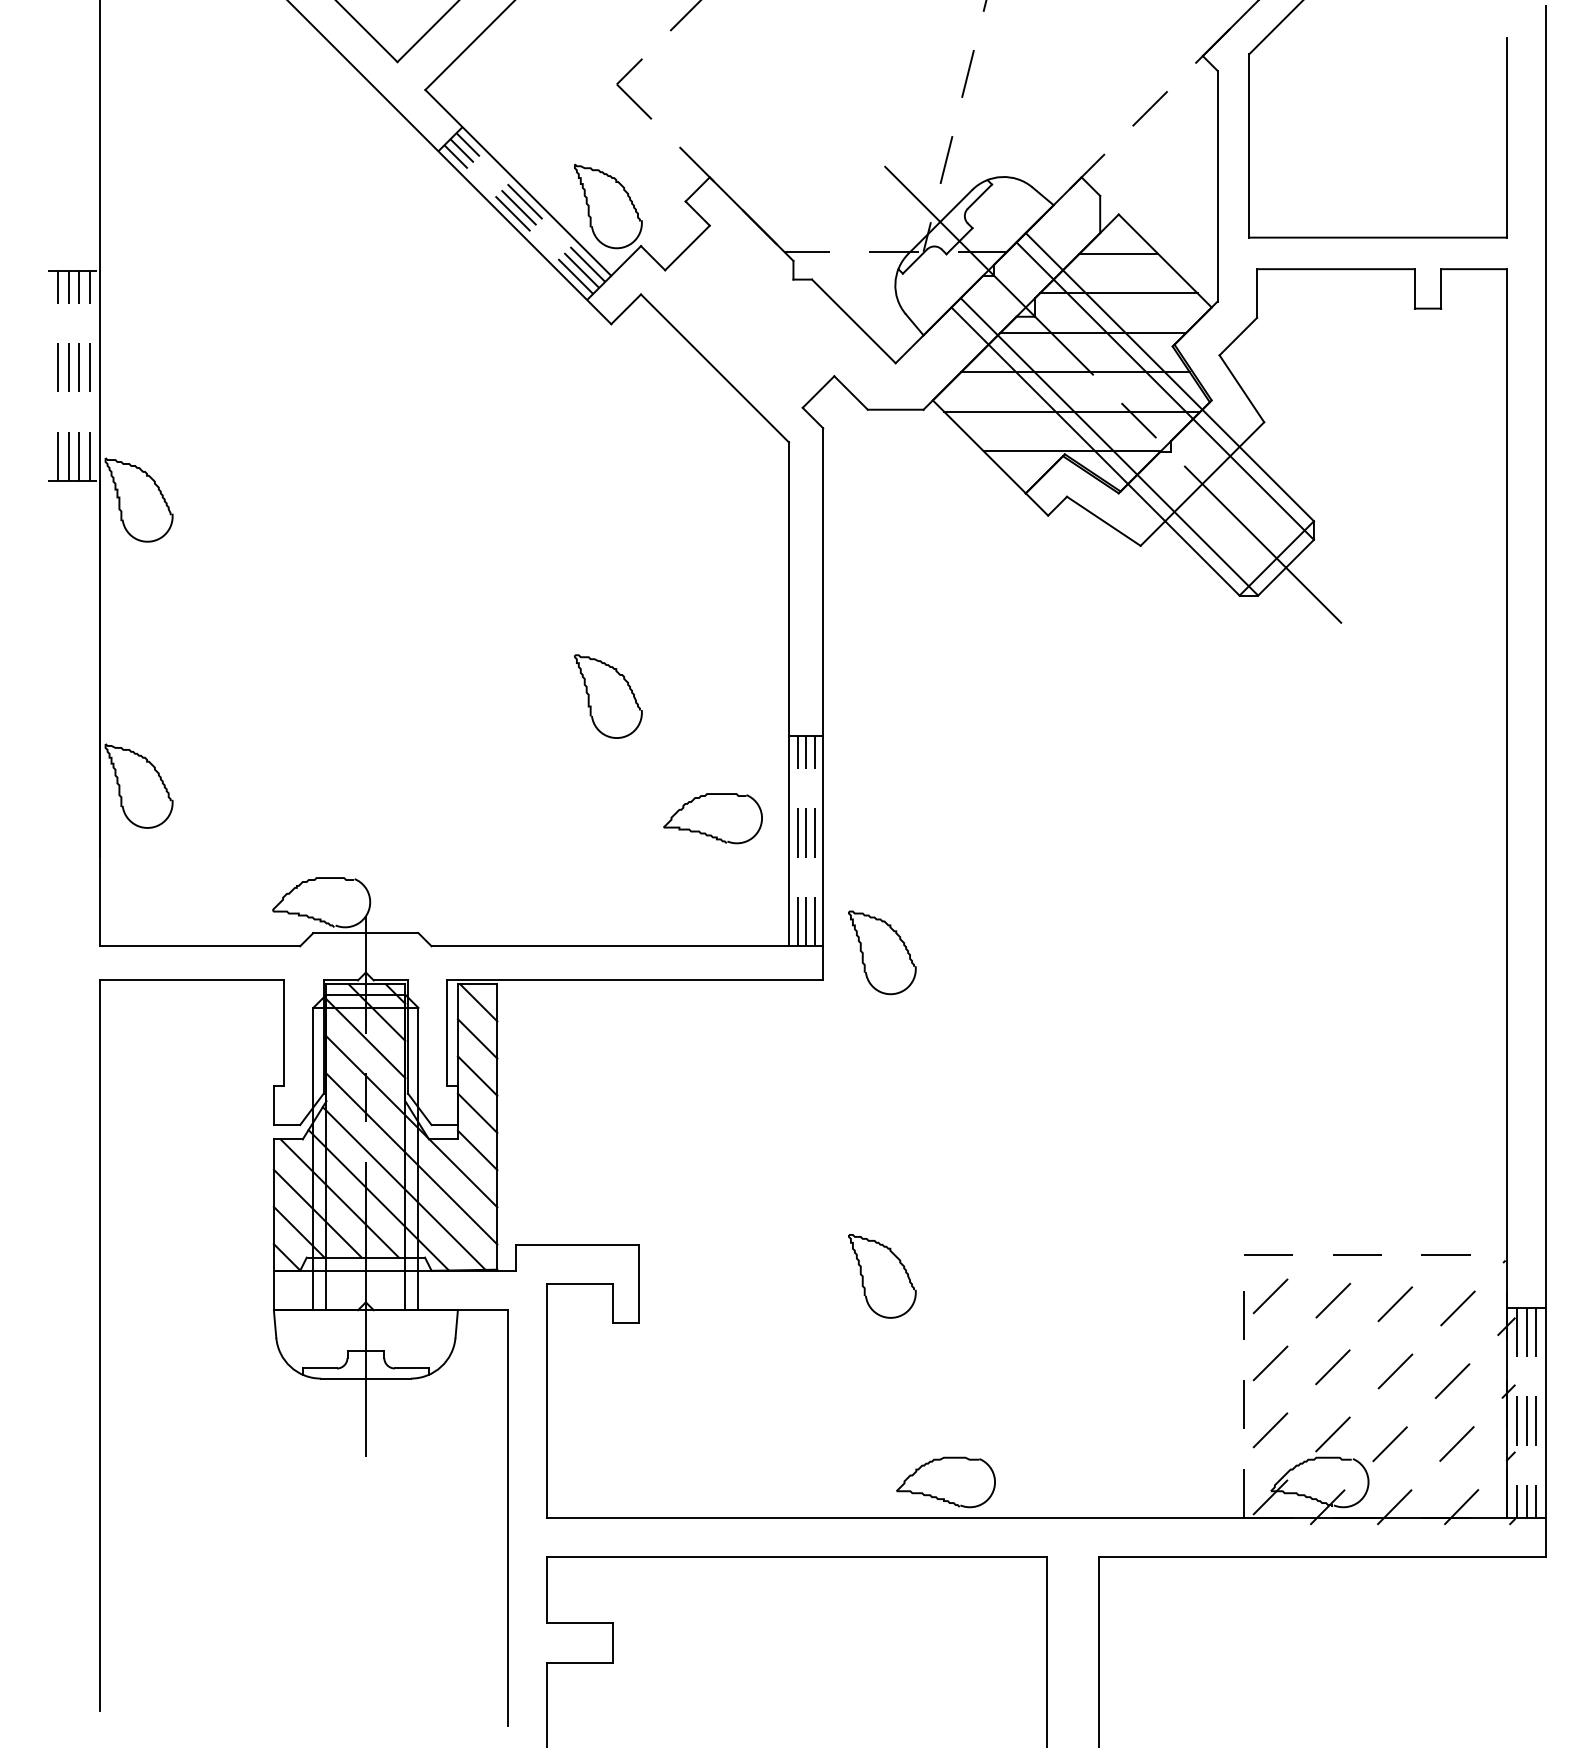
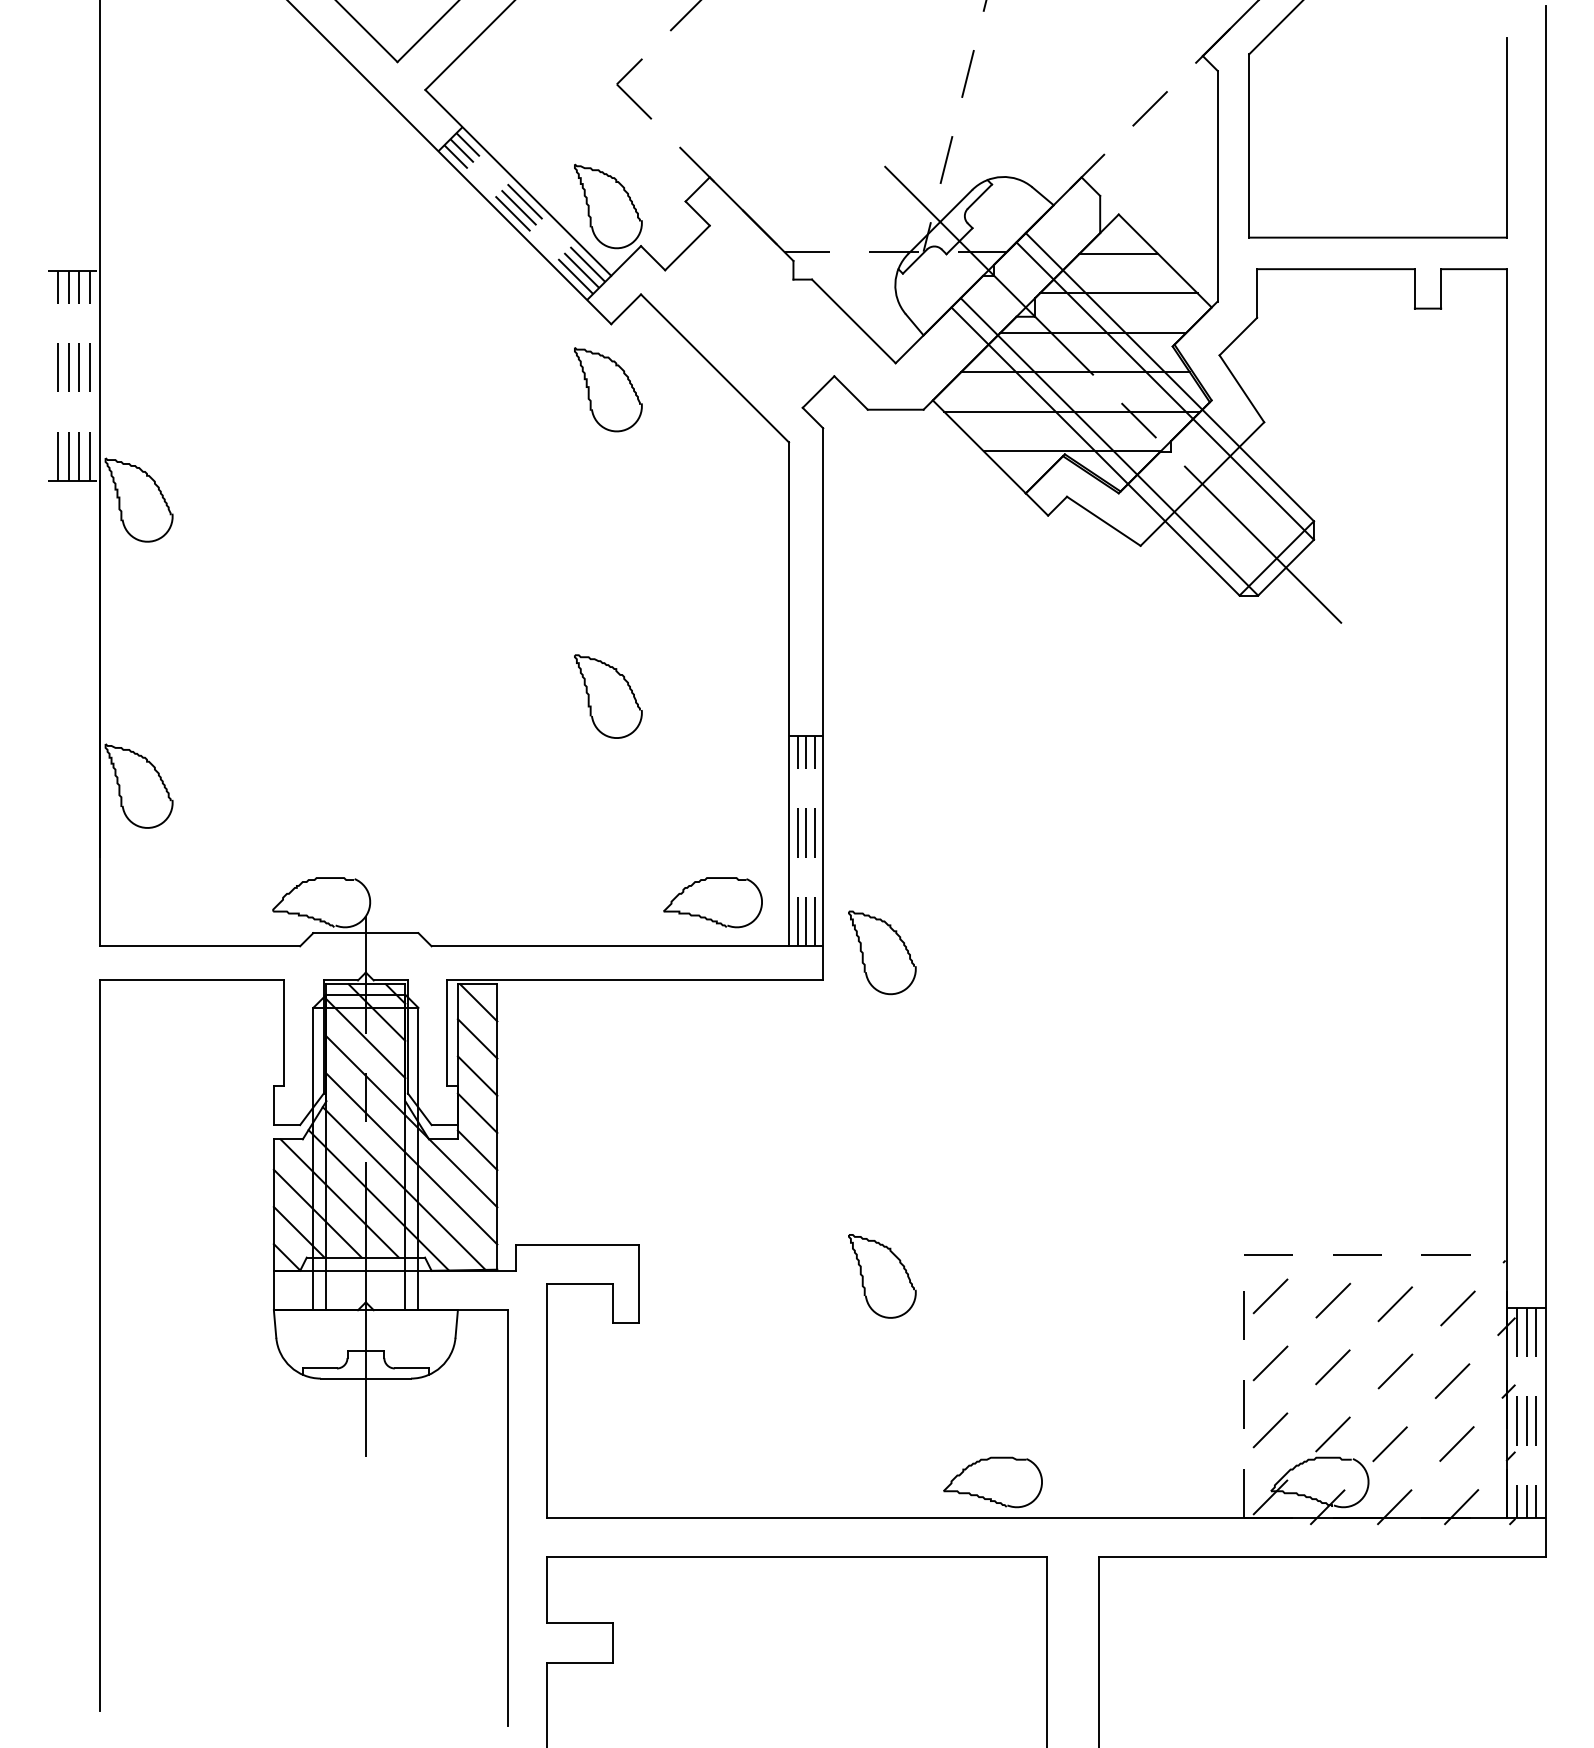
part at (608, 389): none -> present
part at (712, 818) position: (712, 818) -> (712, 902)
part at (945, 1482) position: (945, 1482) -> (992, 1482)
